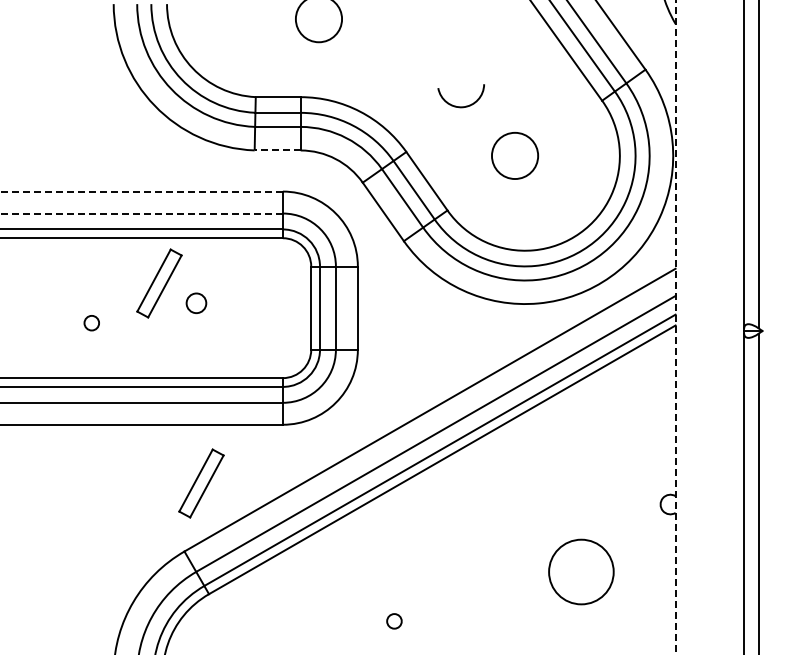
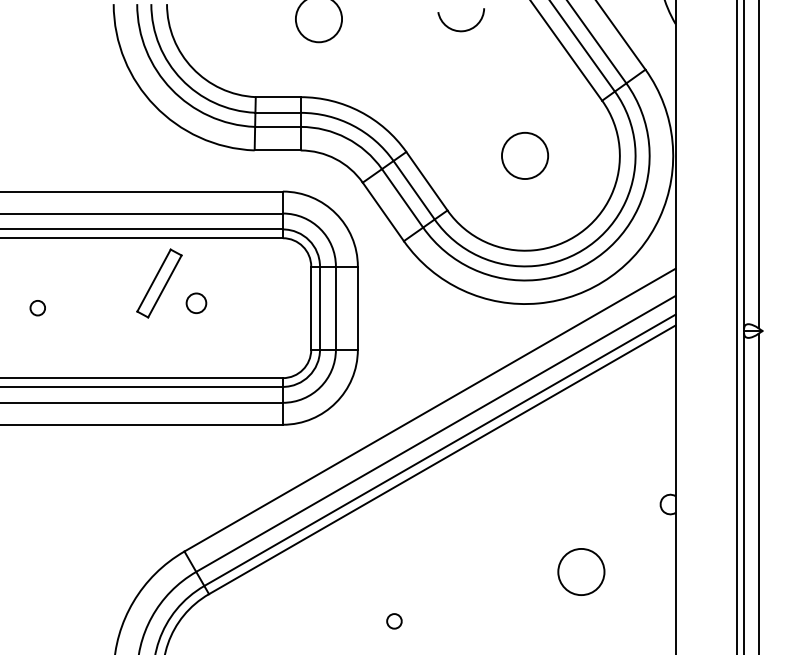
arc at (460, 106) position: (460, 106) -> (460, 30)
line at (277, 150): dashed -> solid
circle at (514, 155) position: (514, 155) -> (524, 155)
line at (141, 191): dashed -> solid
line at (141, 213): dashed -> solid
circle at (91, 323) position: (91, 323) -> (37, 308)
line at (736, 326): none -> present
line at (675, 327): dashed -> solid
part at (201, 483): present -> none
circle at (581, 571) diameter: 65 px -> 46 px
